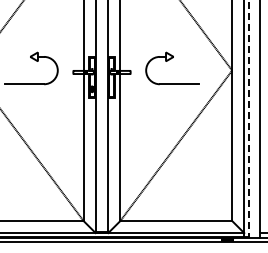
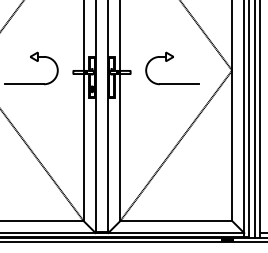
line at (249, 119): dashed -> solid
line at (254, 119): none -> present
